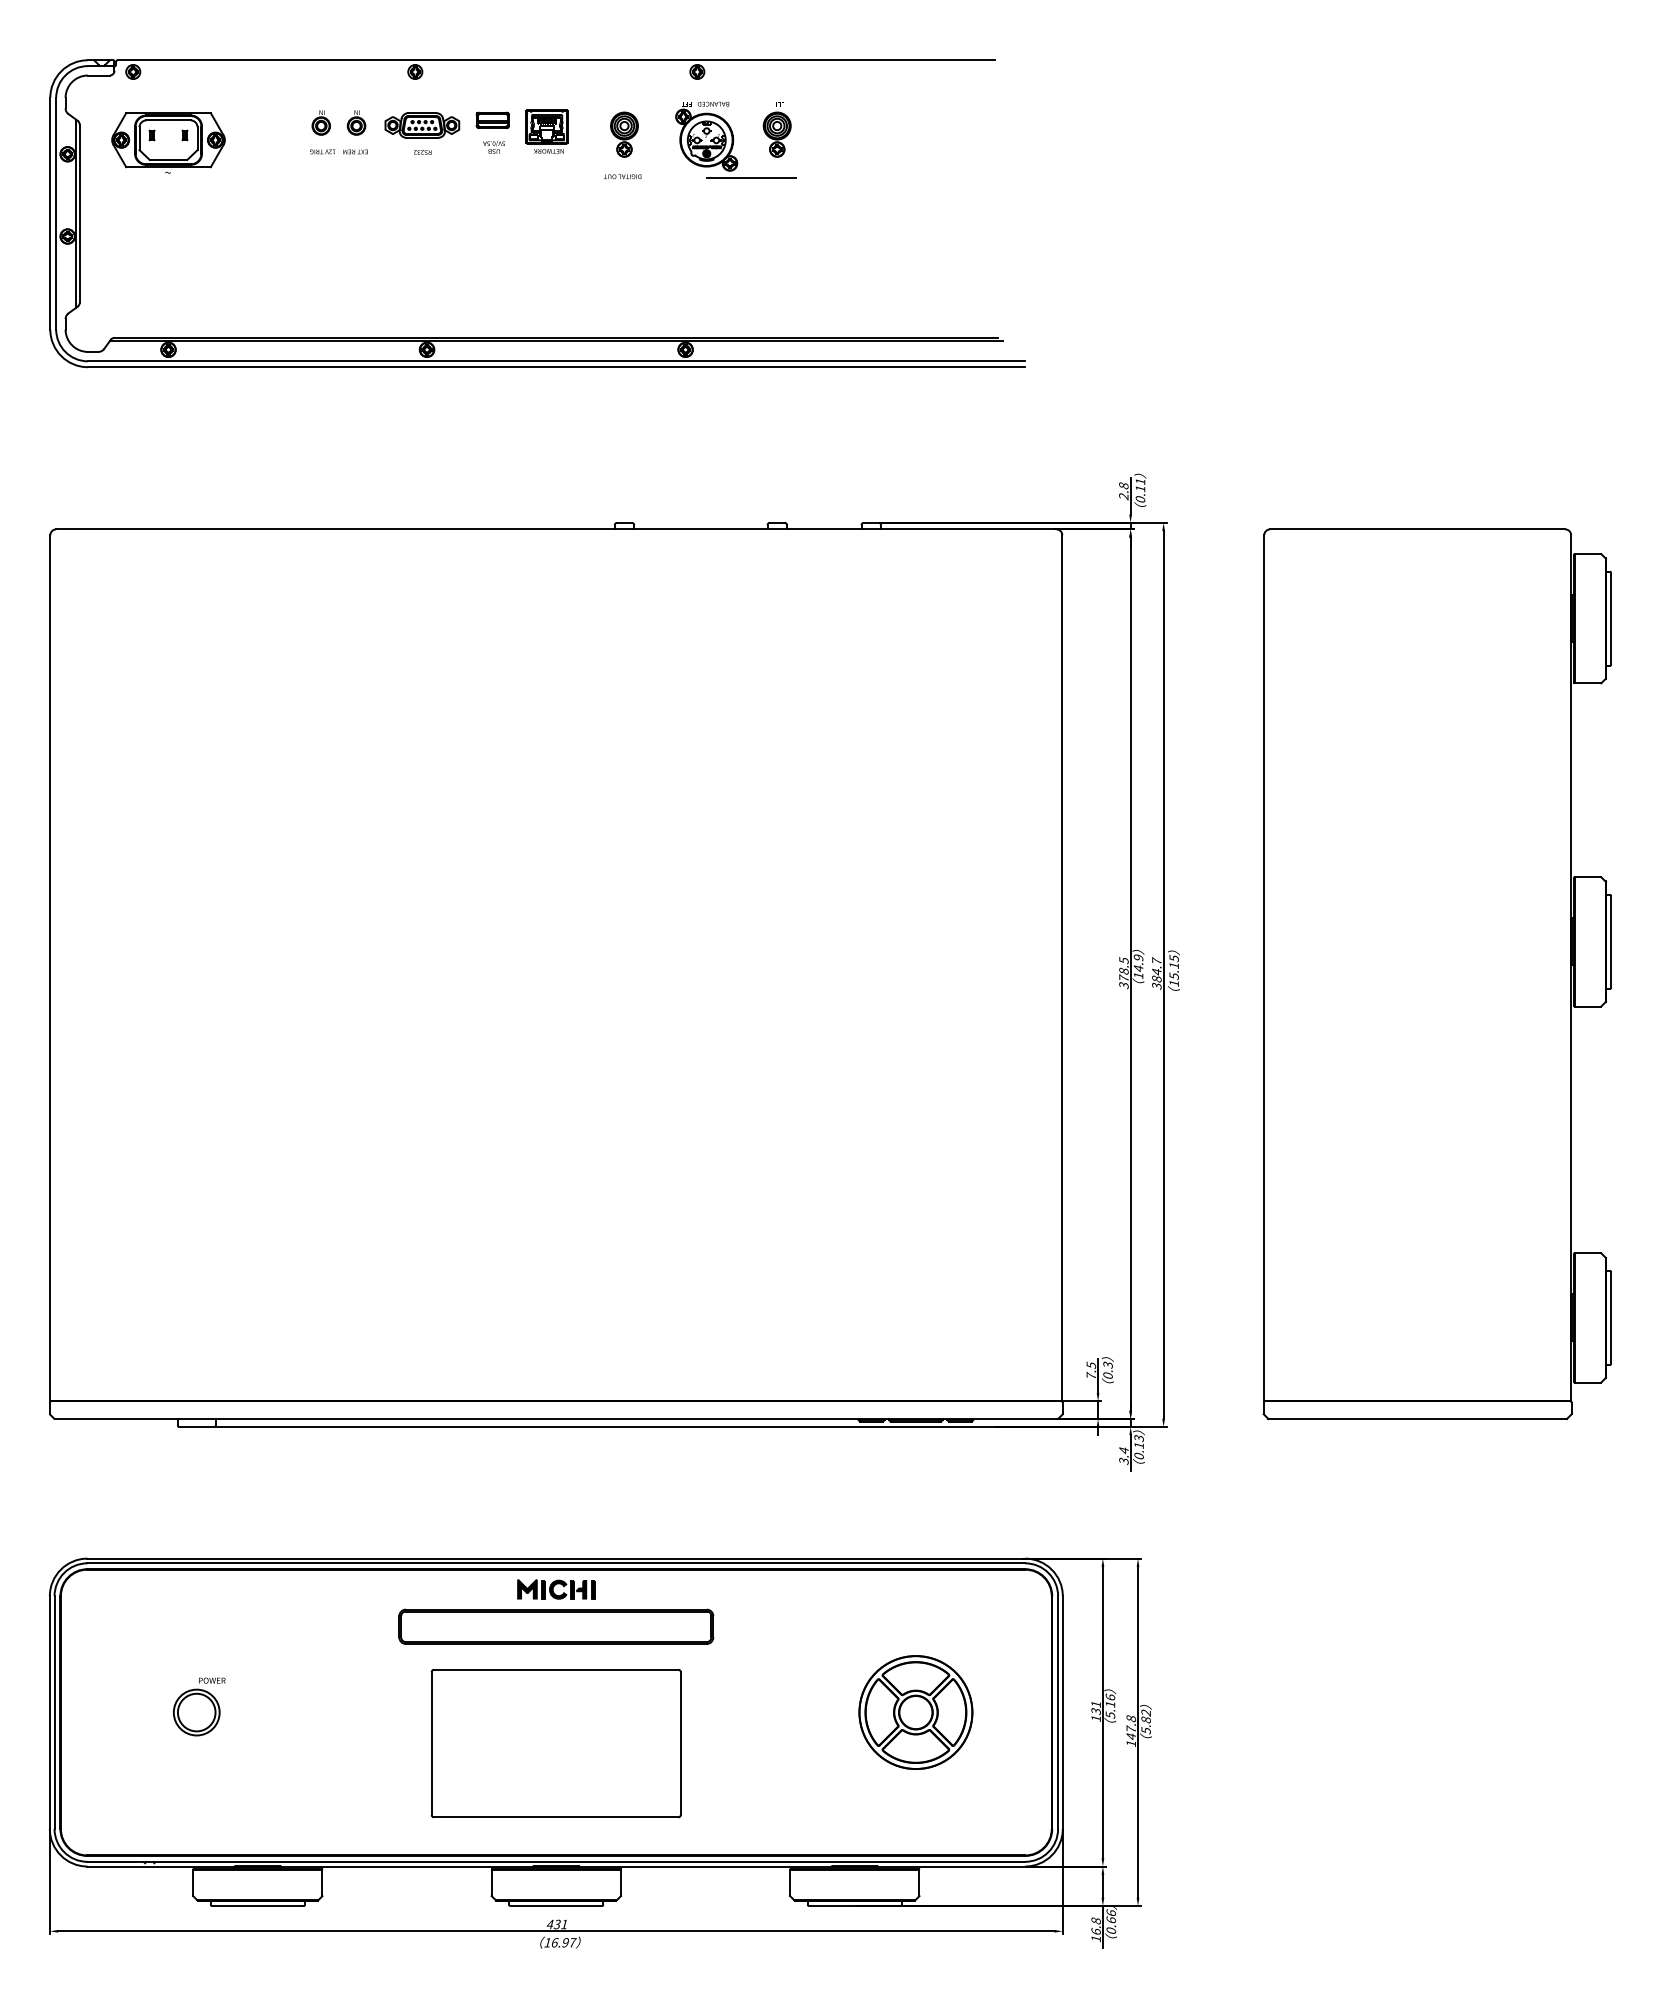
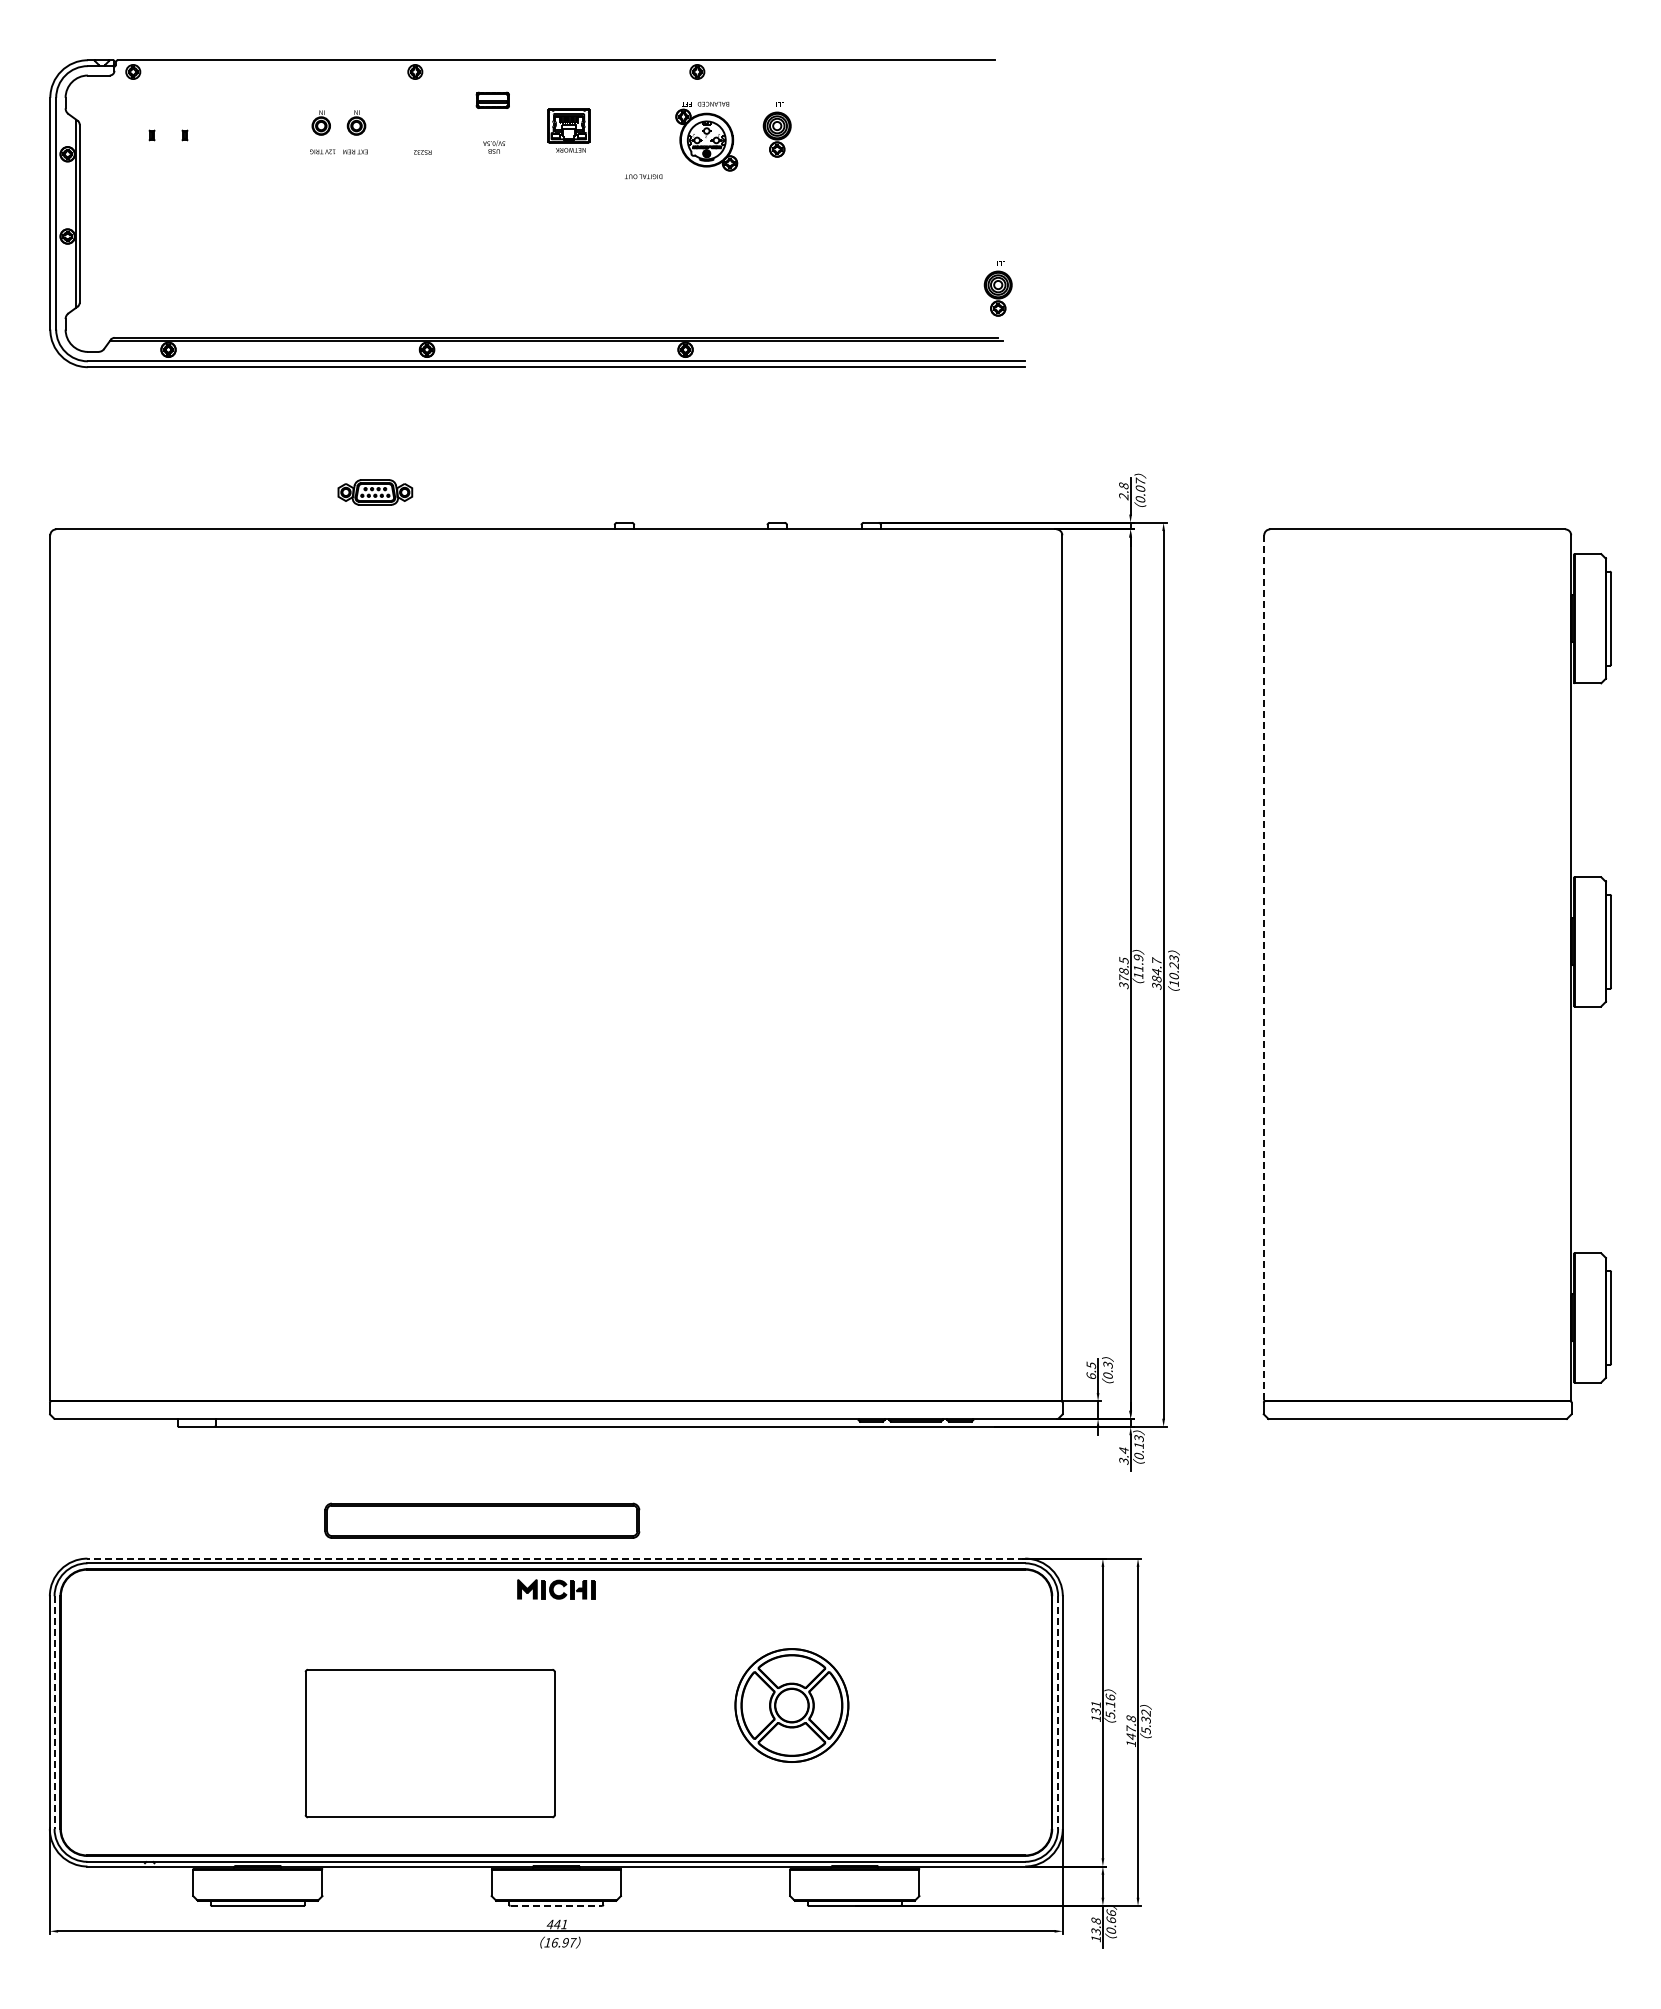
part at (492, 119) position: (492, 119) -> (492, 99)
part at (422, 125) position: (422, 125) -> (375, 492)
part at (546, 131) position: (546, 131) -> (568, 130)
part at (624, 134): present -> none
part at (168, 142): present -> none
text at (622, 176) position: (622, 176) -> (643, 176)
line at (750, 177): present -> none
part at (997, 288): none -> present
text at (1140, 484): 0.11 -> 0.07
text at (1173, 966): 15.15 -> 10.23
text at (1138, 968): 14.9 -> 11.9
line at (1264, 968): solid -> dashed
text at (1091, 1375): 7.5 -> 6.5
line at (556, 1558): solid -> dashed
part at (556, 1626) position: (556, 1626) -> (482, 1520)
part at (199, 1706): present -> none
part at (915, 1712) position: (915, 1712) -> (791, 1705)
line at (54, 1713): solid -> dashed
line at (1058, 1713): solid -> dashed
text at (1145, 1719): 5.82 -> 5.32
part at (555, 1743) position: (555, 1743) -> (429, 1743)
line at (556, 1906): solid -> dashed
text at (556, 1924): 431 -> 441
text at (1095, 1931): 16.8 -> 13.8
